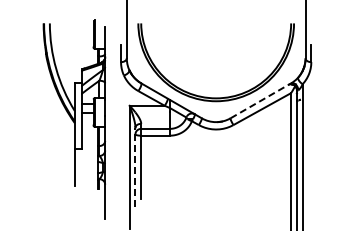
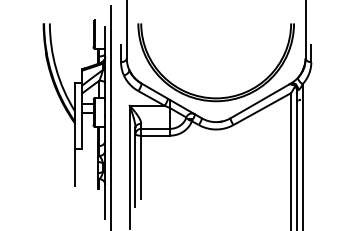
line at (260, 100): dashed -> solid
line at (110, 116): none -> present
line at (135, 167): dashed -> solid
